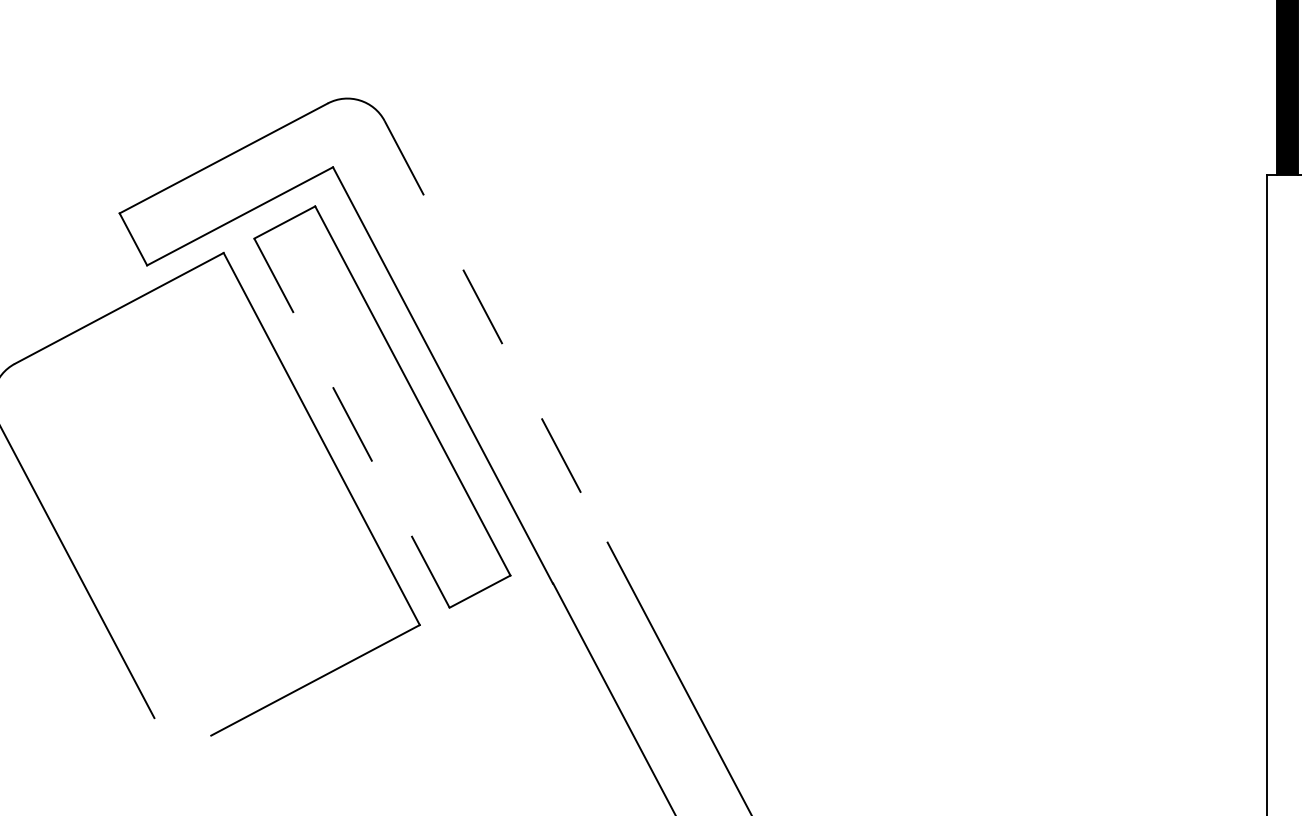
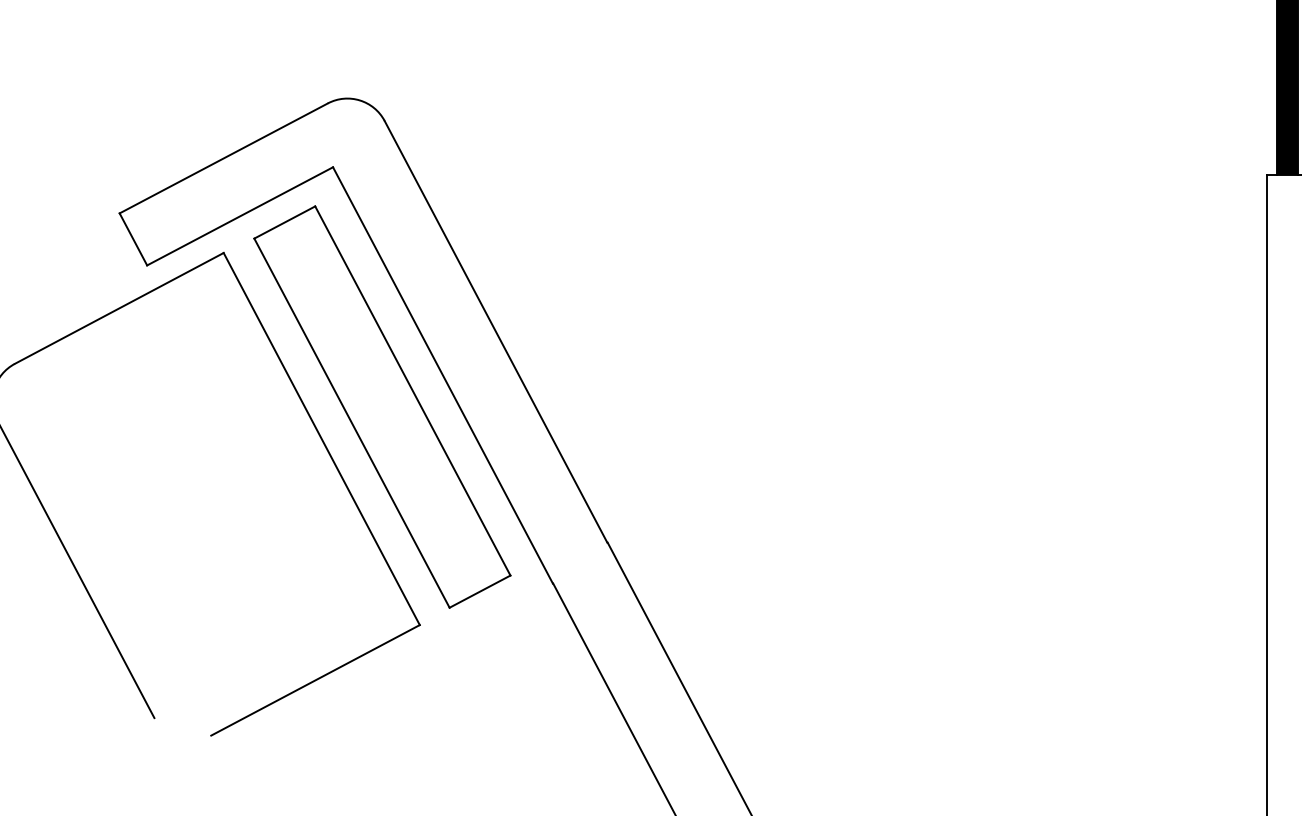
line at (496, 332): dashed -> solid
line at (351, 423): dashed -> solid
